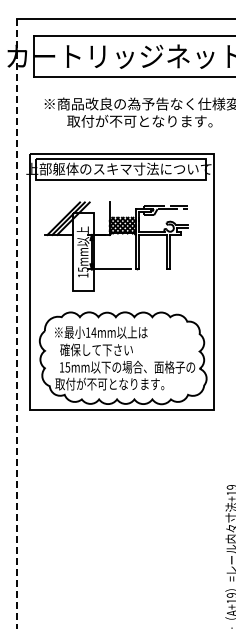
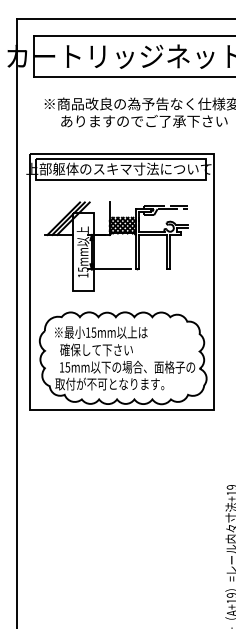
text at (144, 120): 取付が不可となります。 -> ありますのでご了承下さい
line at (17, 323): dashed -> solid
text at (93, 332): 14mm -> 15mm
